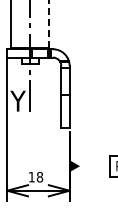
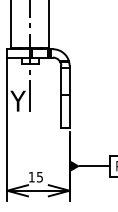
line at (48, 24): dashed -> solid
line at (95, 166): none -> present
text at (39, 177): 18 -> 15
